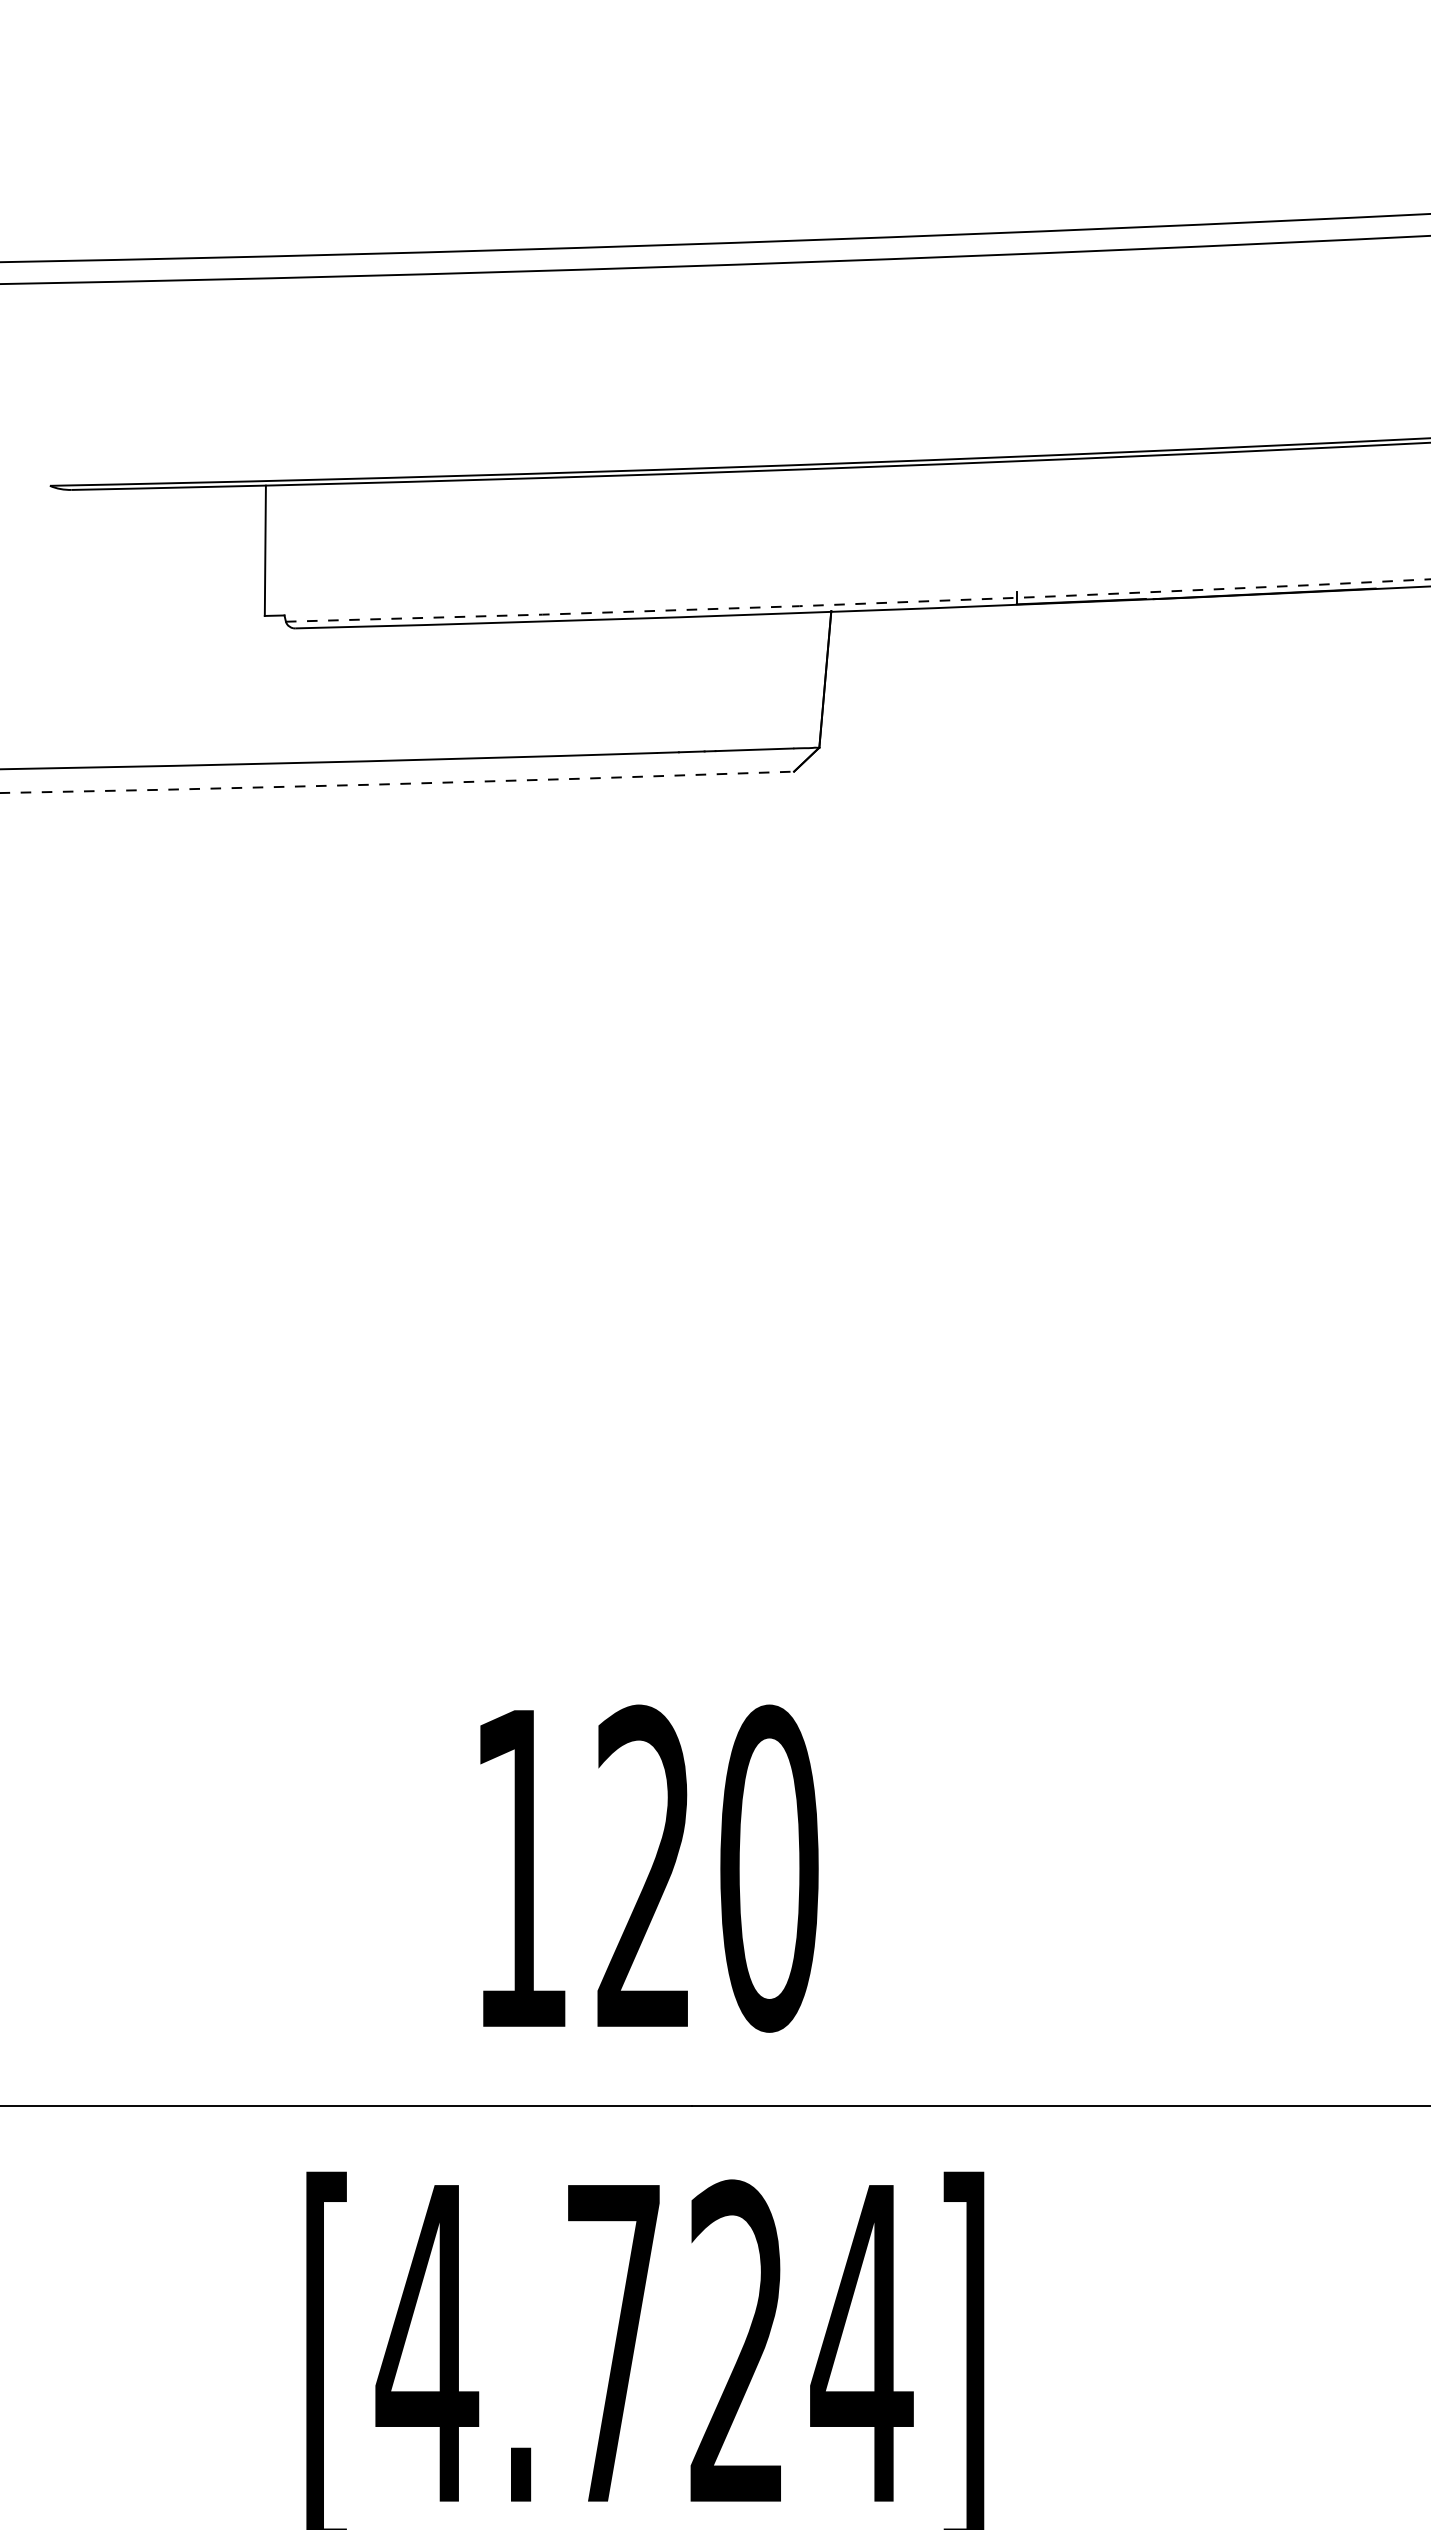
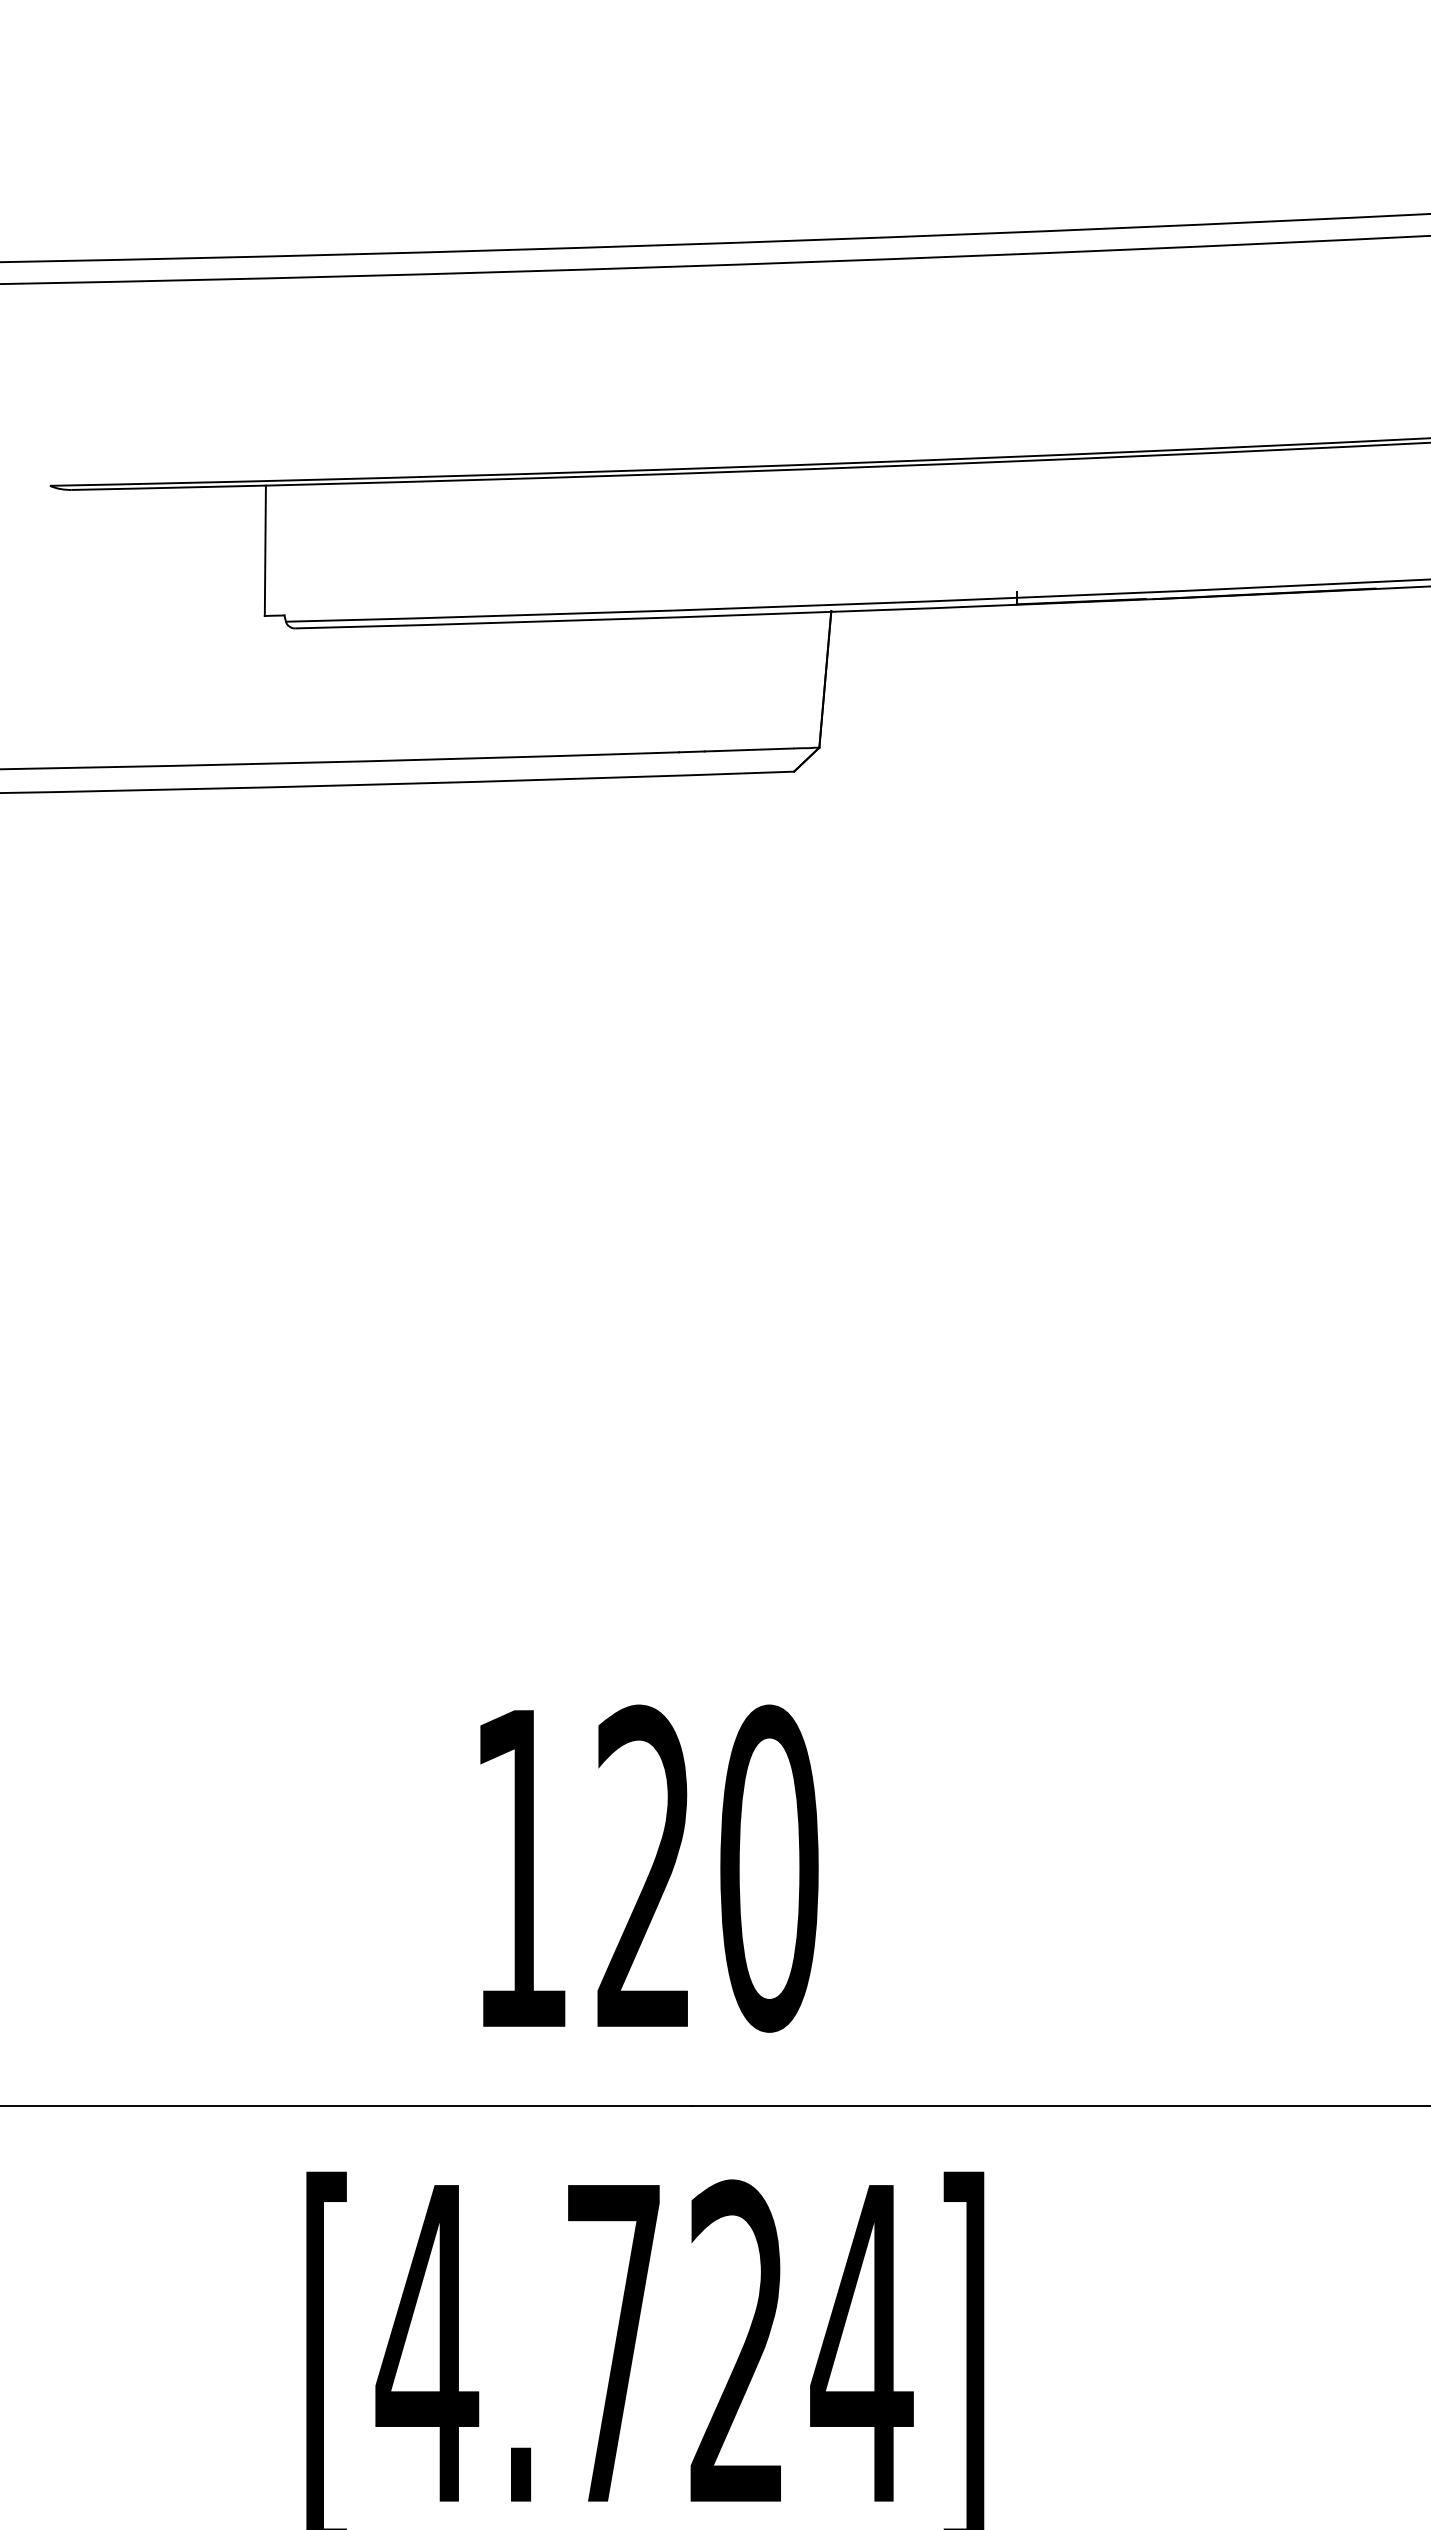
arc at (858, 603): dashed -> solid
arc at (397, 784): dashed -> solid
